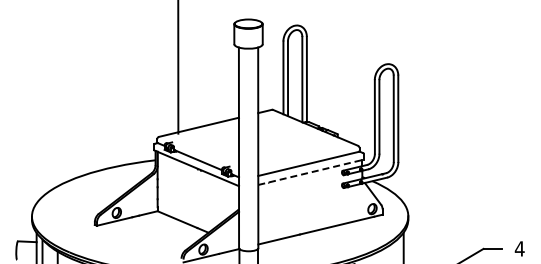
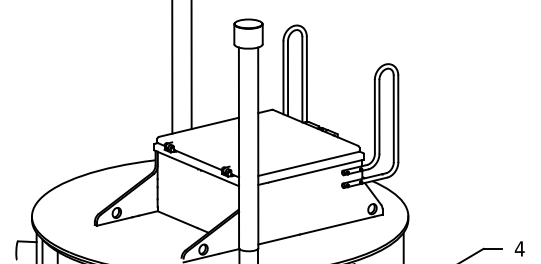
line at (191, 65): none -> present
line at (178, 67) position: (178, 67) -> (172, 67)
line at (311, 172): dashed -> solid
